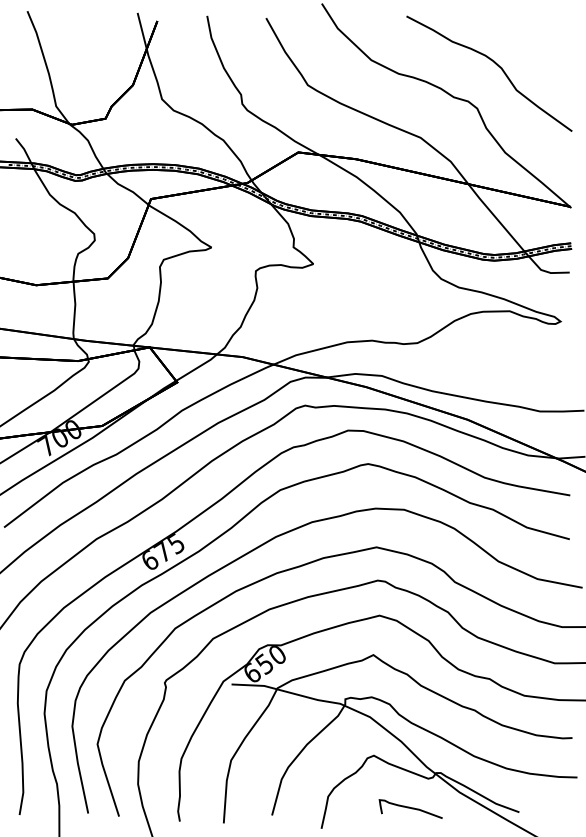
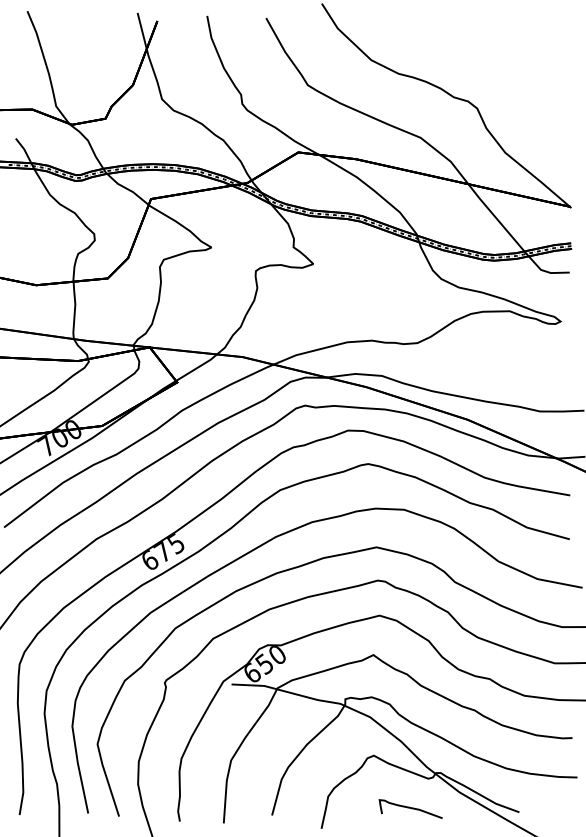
curve at (496, 65): present -> none
